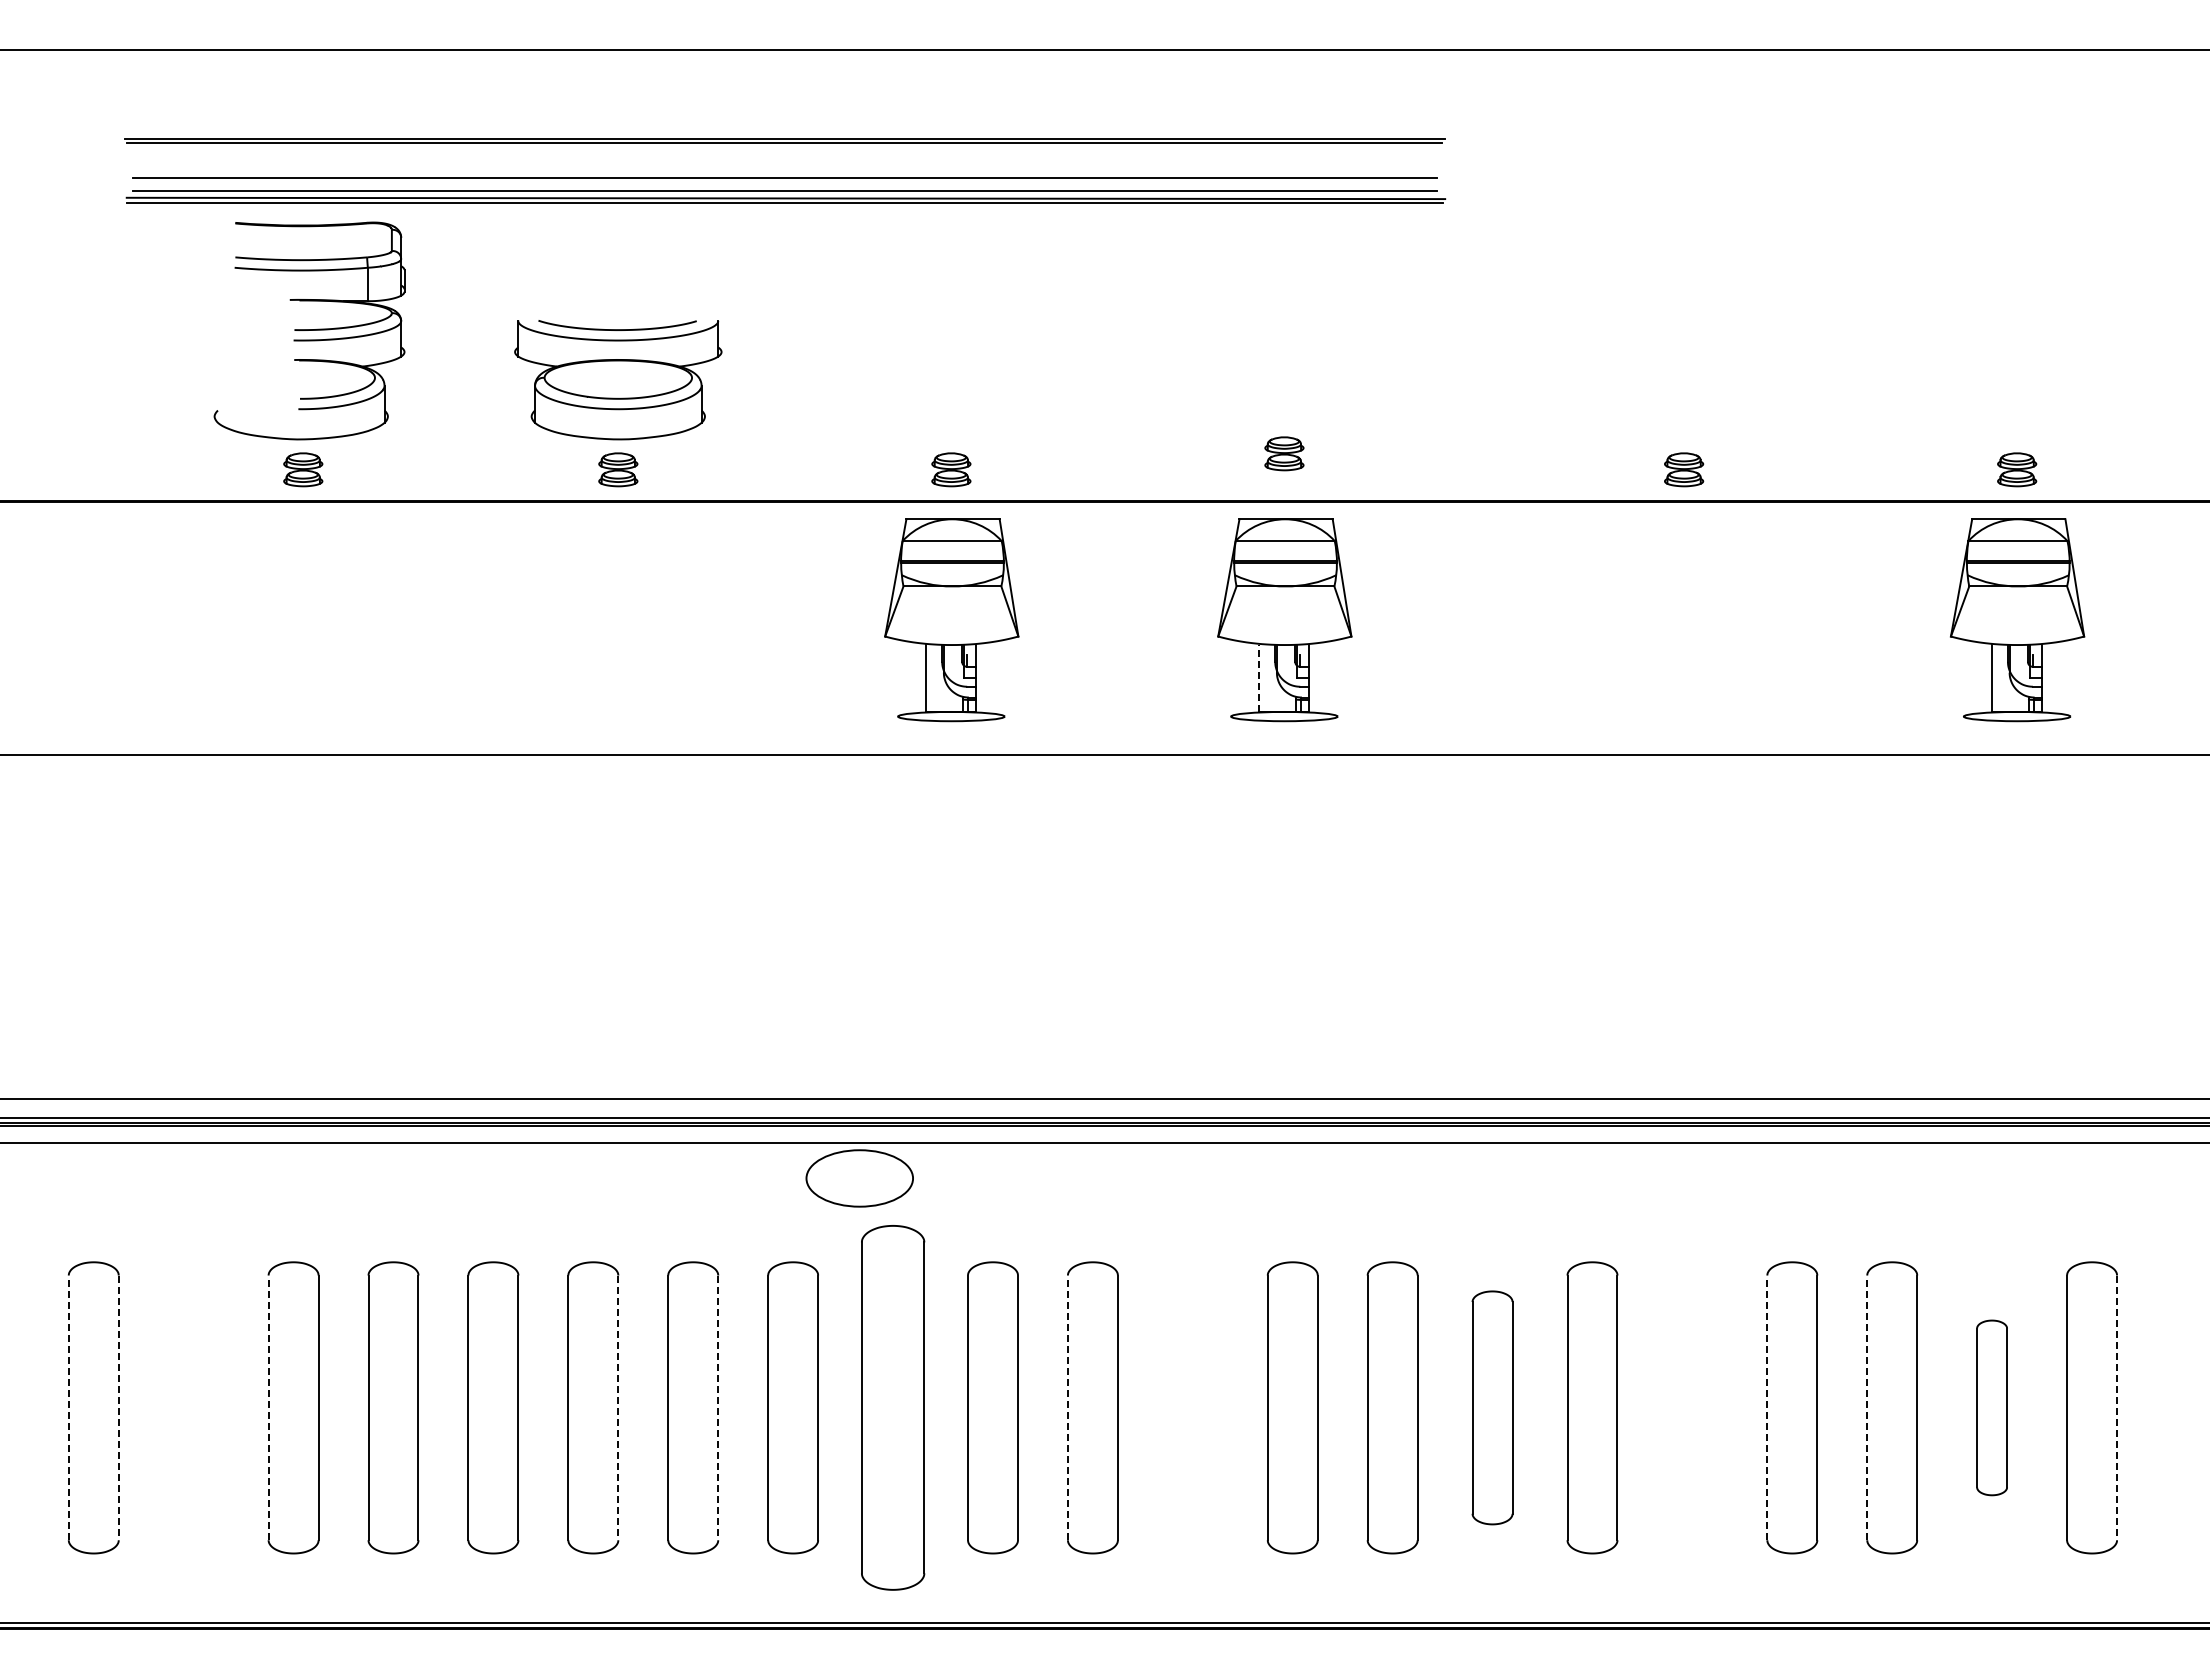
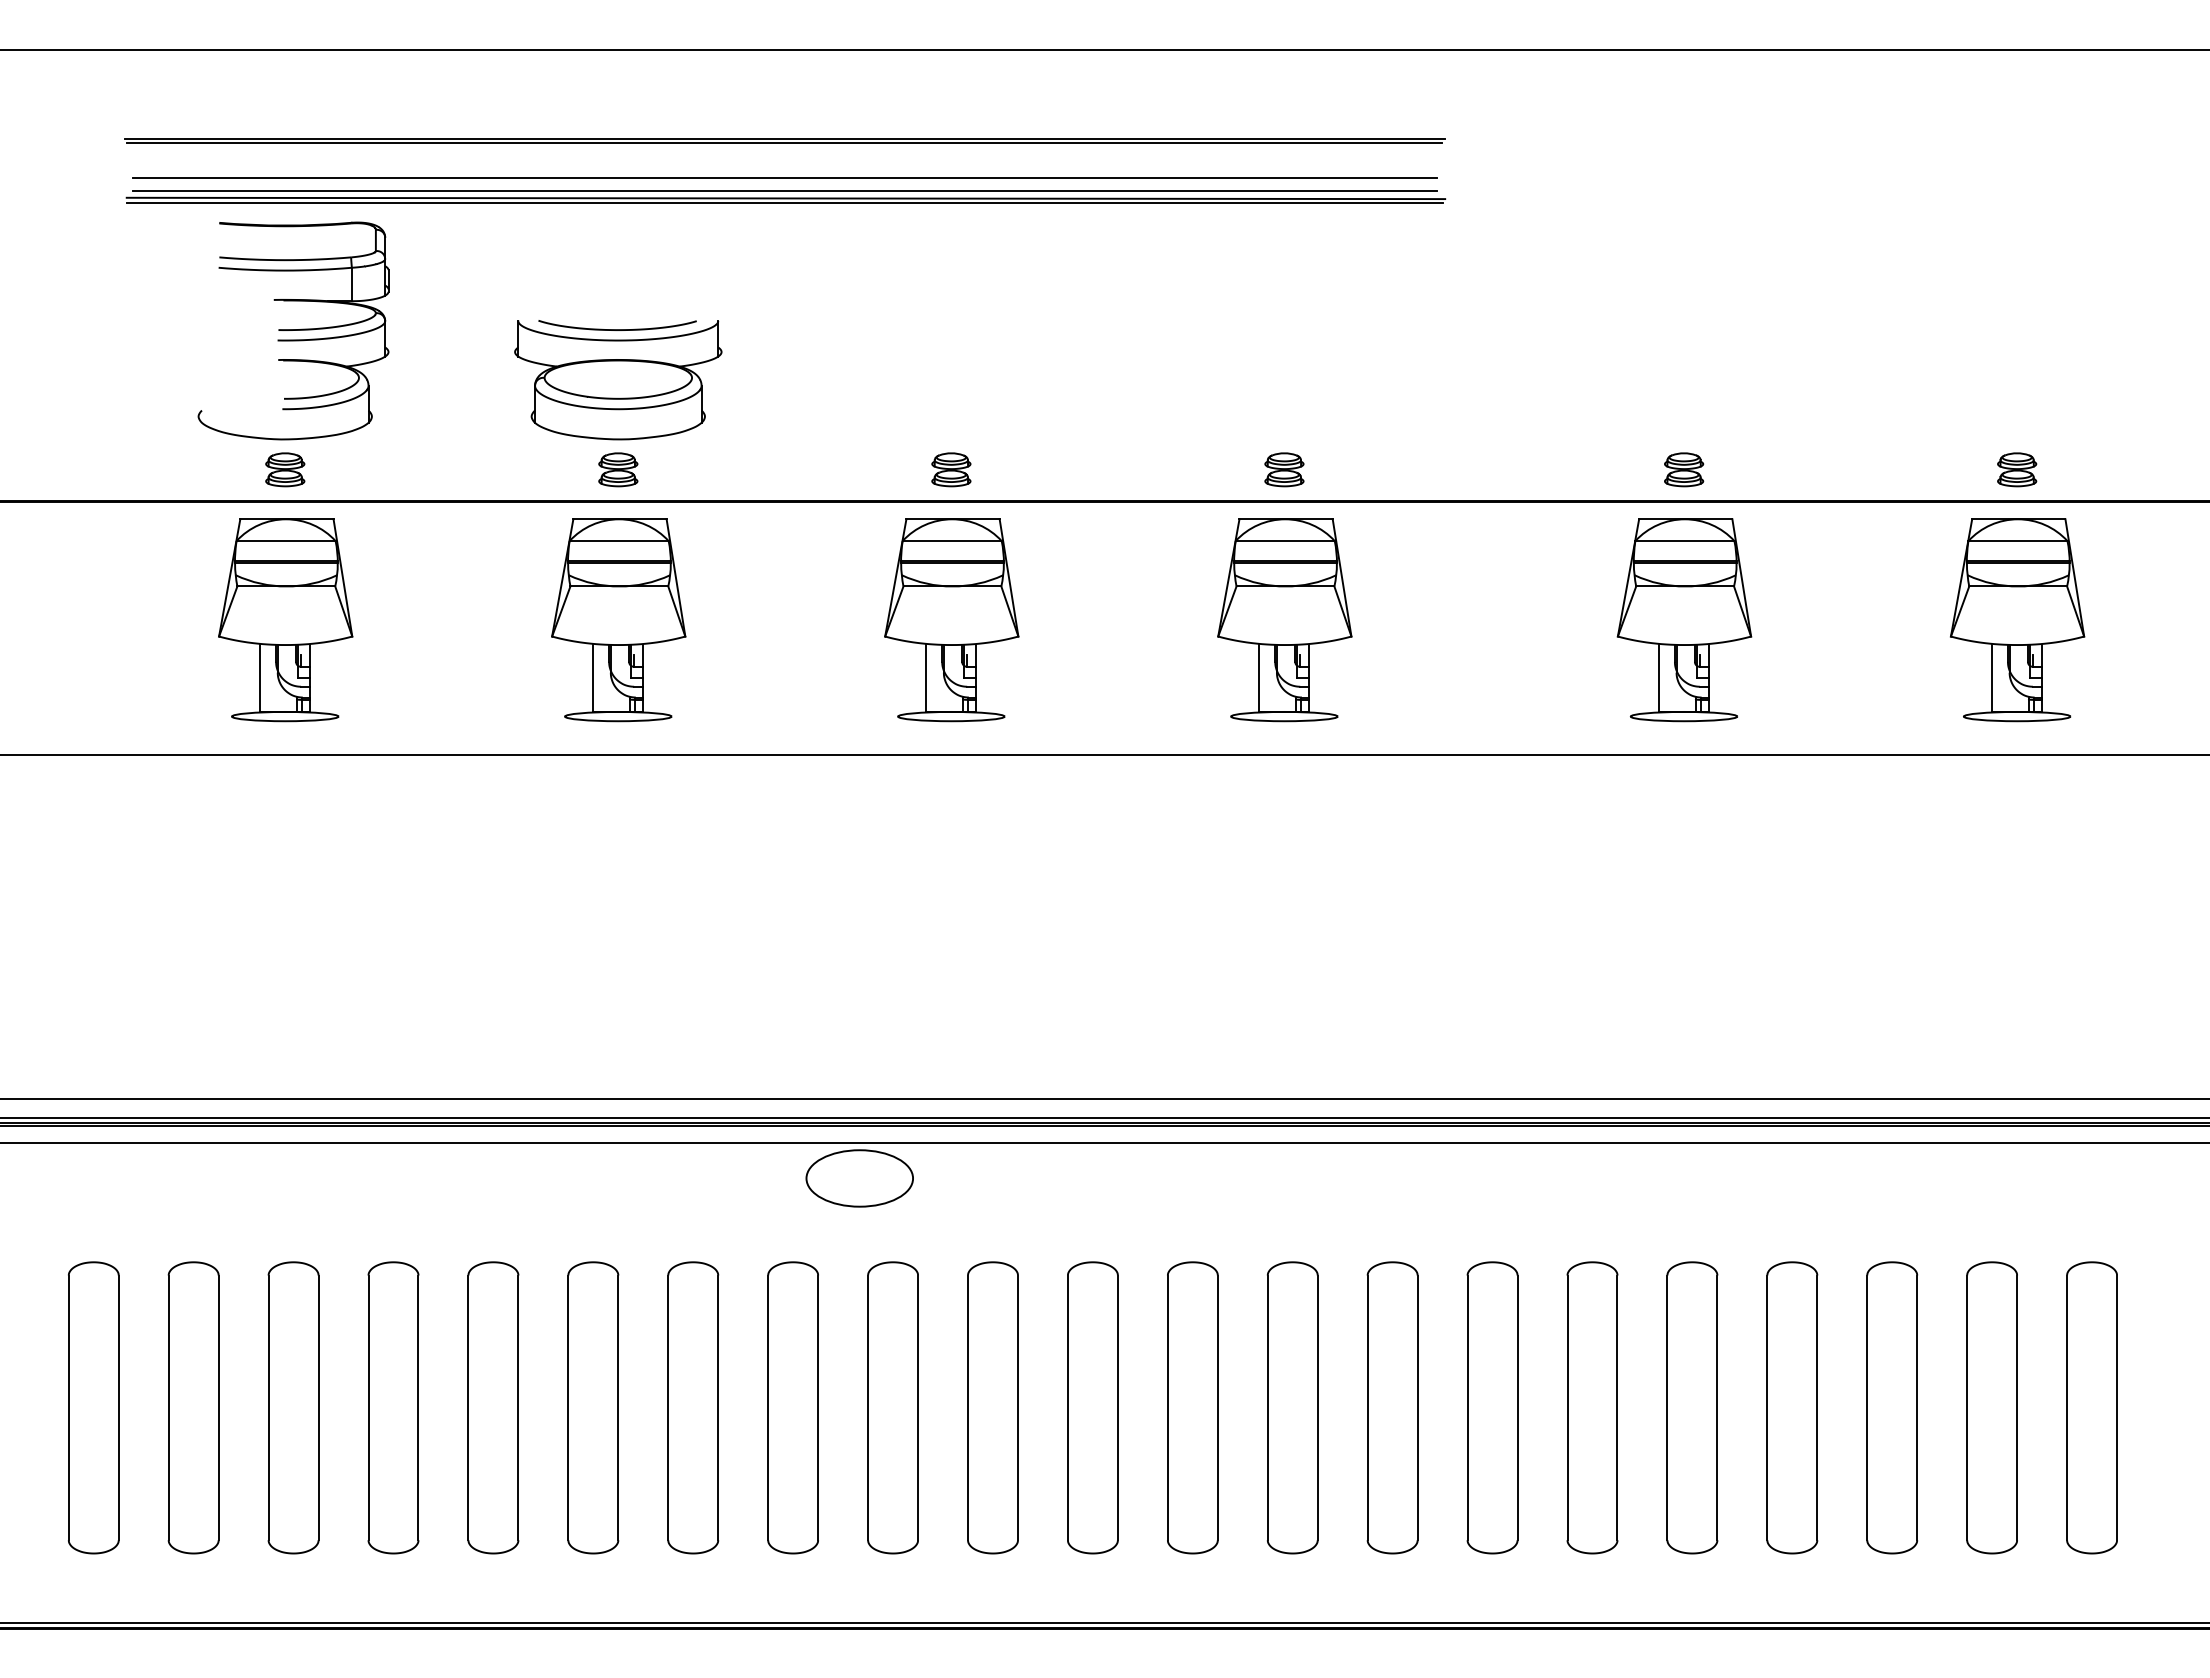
part at (309, 330) position: (309, 330) -> (293, 330)
part at (1284, 453) position: (1284, 453) -> (1284, 469)
part at (303, 469) position: (303, 469) -> (285, 469)
part at (285, 620): none -> present
part at (618, 620): none -> present
part at (1684, 620): none -> present
line at (1259, 677): dashed -> solid
line at (68, 1407): dashed -> solid
part at (193, 1407): none -> present
line at (268, 1407): dashed -> solid
part at (893, 1407) size: 65x366 px -> 52x294 px
line at (1067, 1407): dashed -> solid
part at (1192, 1407): none -> present
part at (1492, 1407) size: 43x236 px -> 53x294 px
part at (1692, 1407): none -> present
line at (1767, 1407): dashed -> solid
line at (1867, 1407): dashed -> solid
part at (1991, 1407) size: 32x178 px -> 52x294 px
line at (118, 1408): dashed -> solid
line at (618, 1408): dashed -> solid
line at (718, 1408): dashed -> solid
line at (2117, 1408): dashed -> solid
